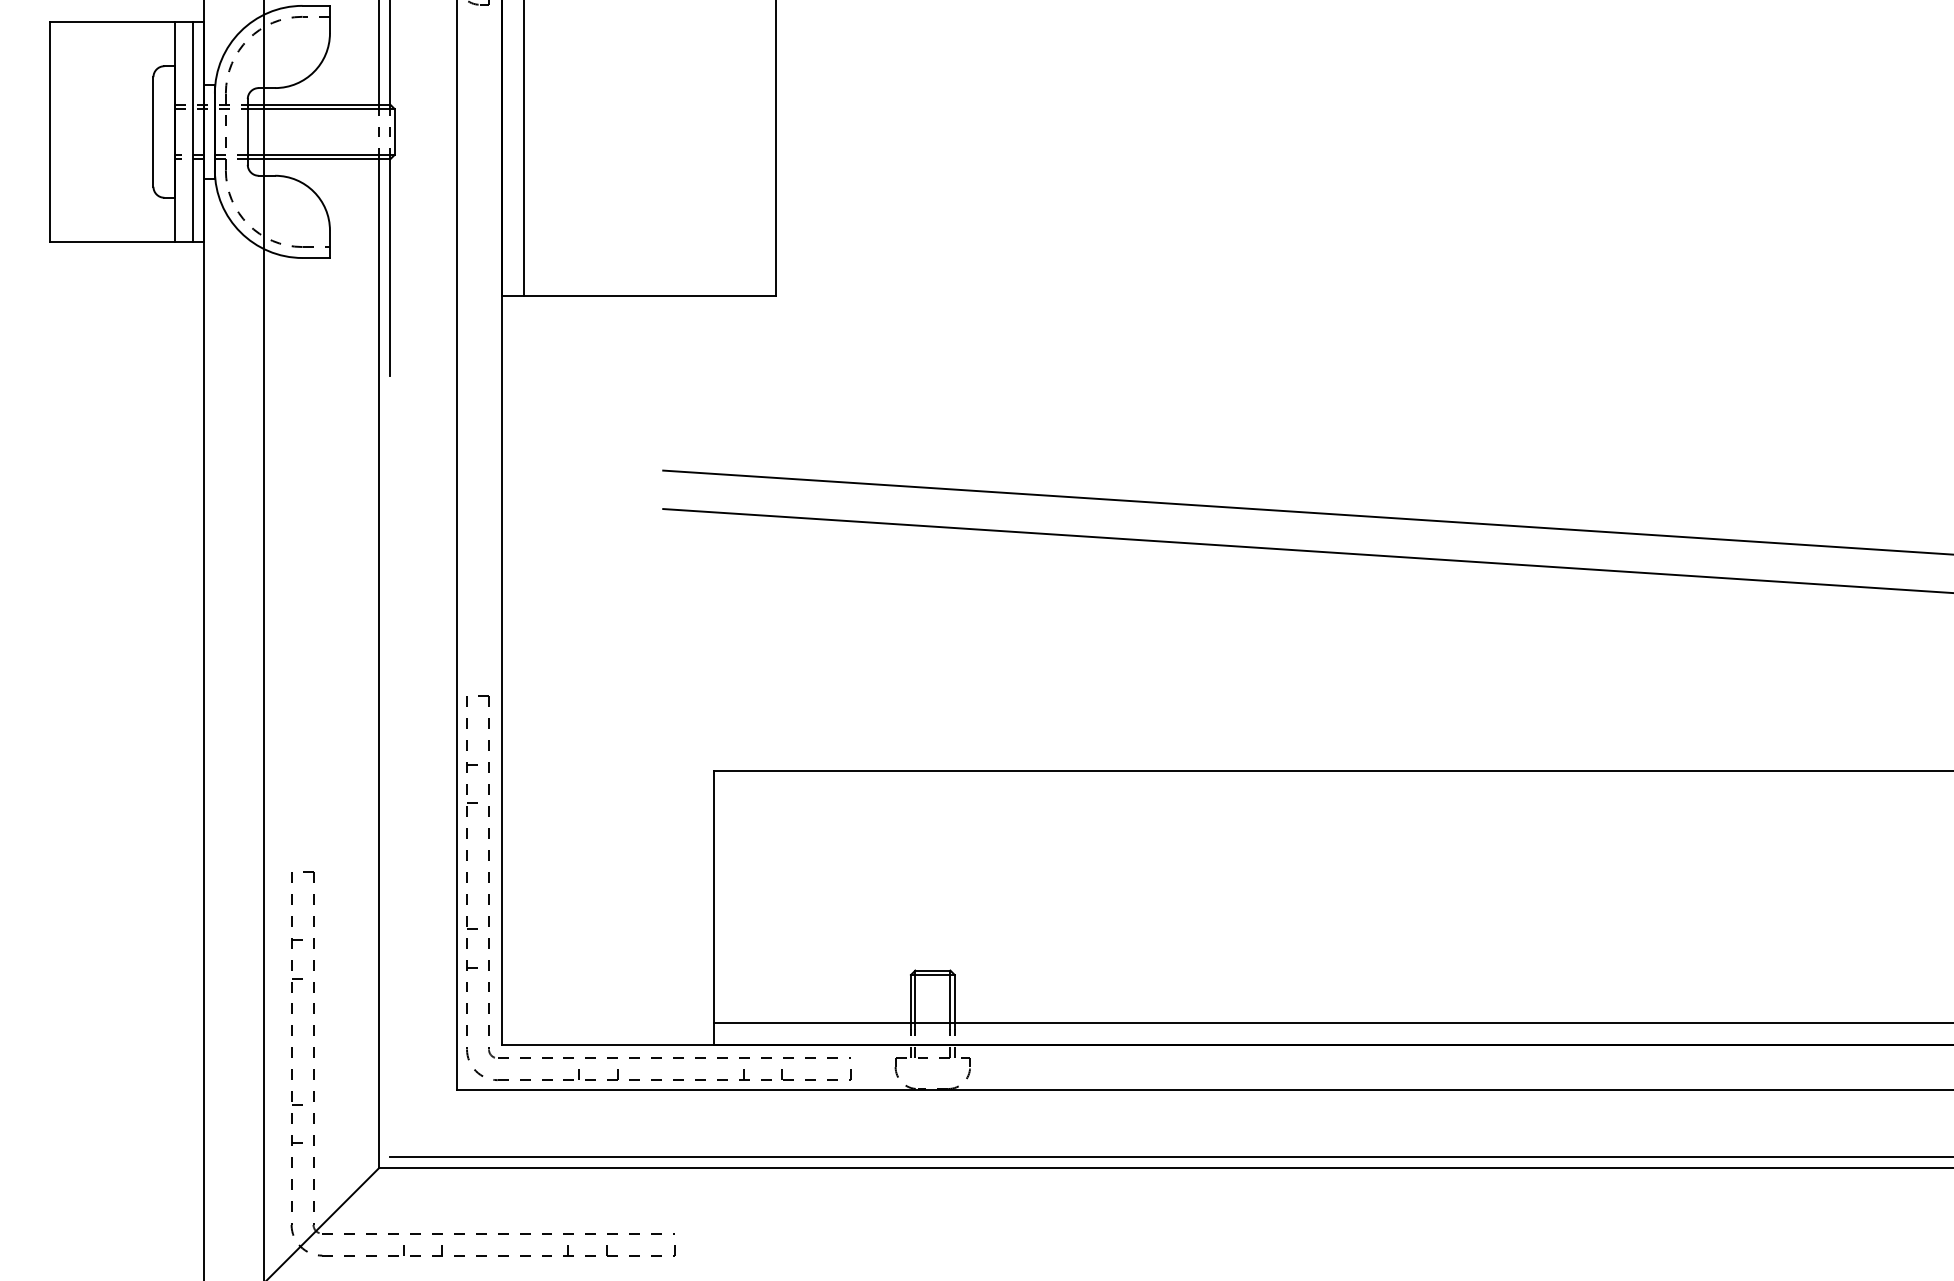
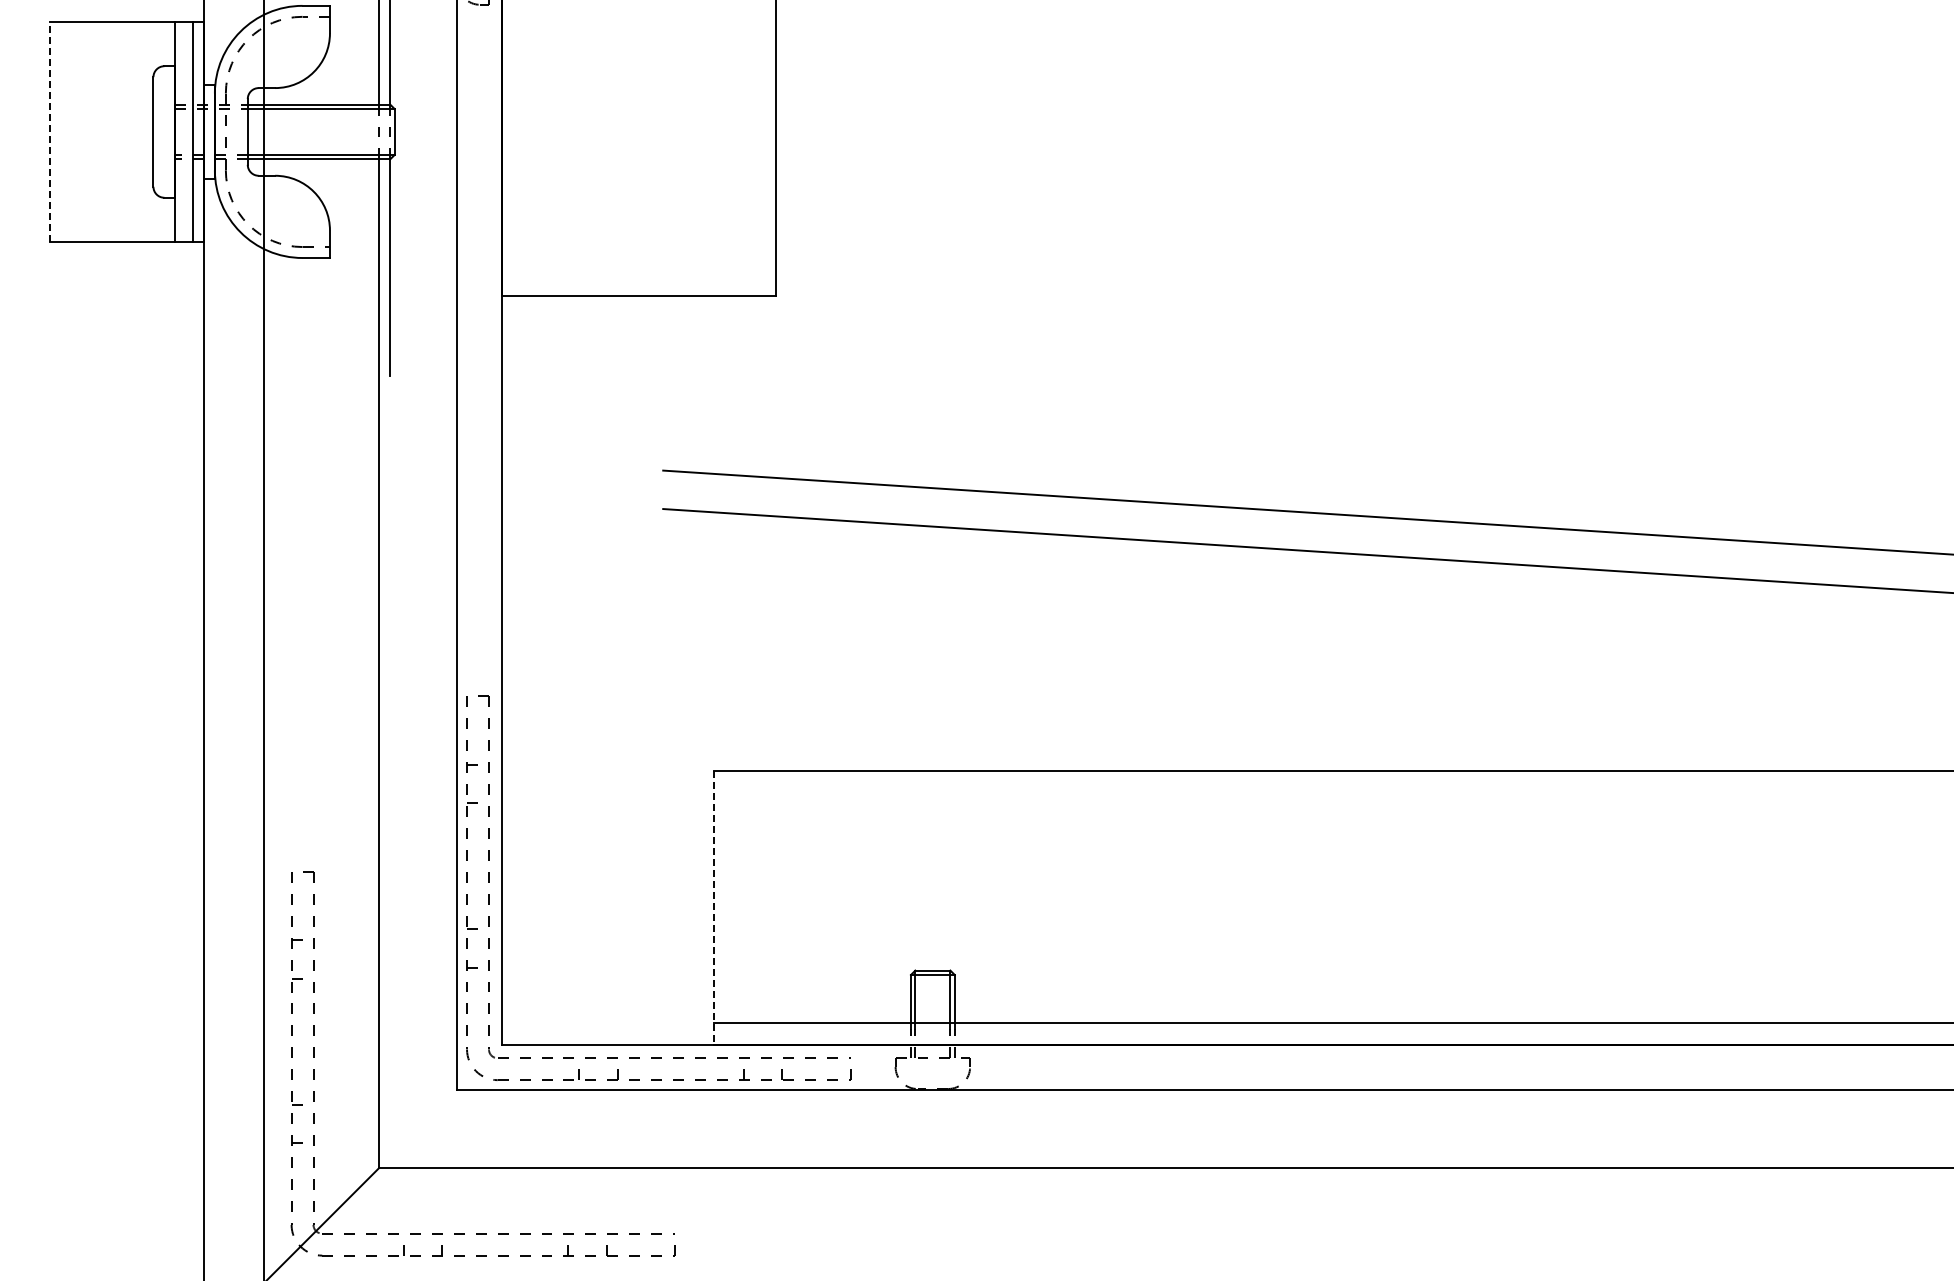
line at (50, 131): solid -> dashed
line at (523, 149): present -> none
line at (713, 908): solid -> dashed
line at (1170, 1156): present -> none
